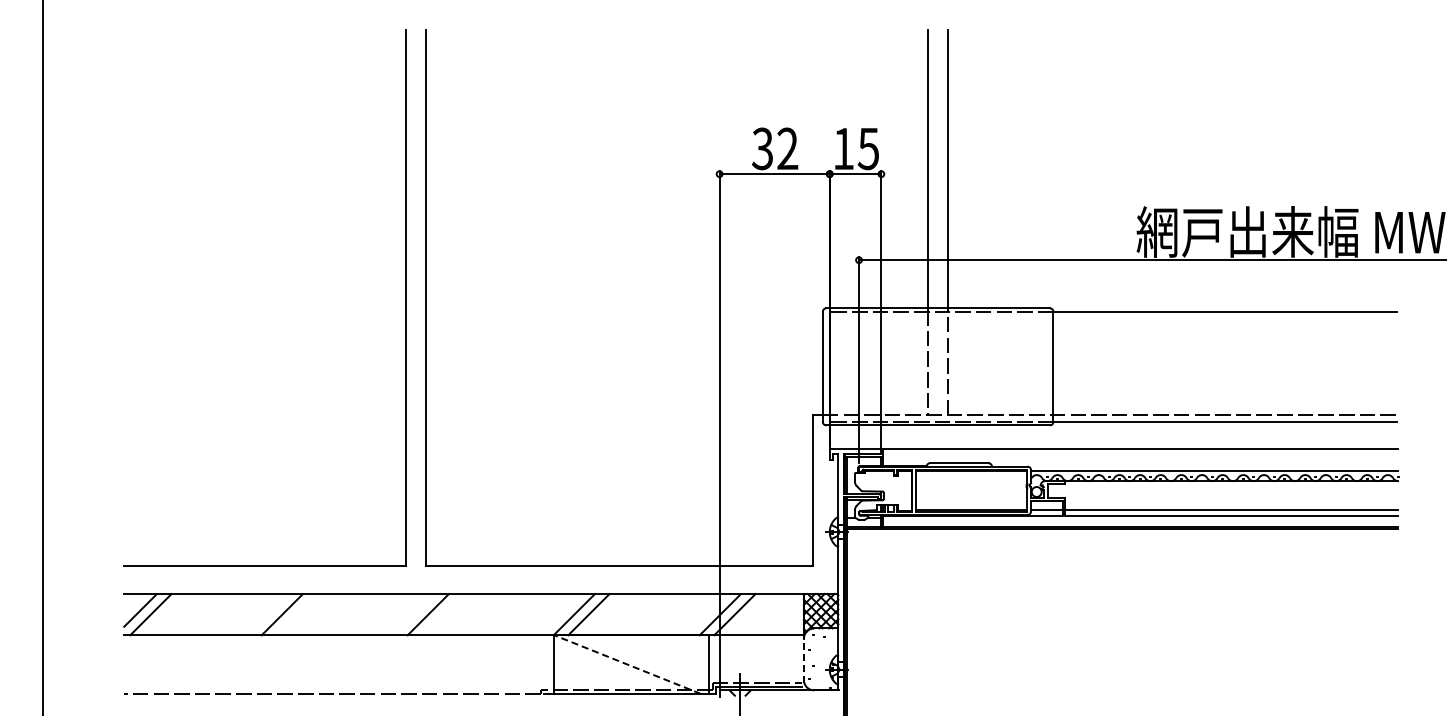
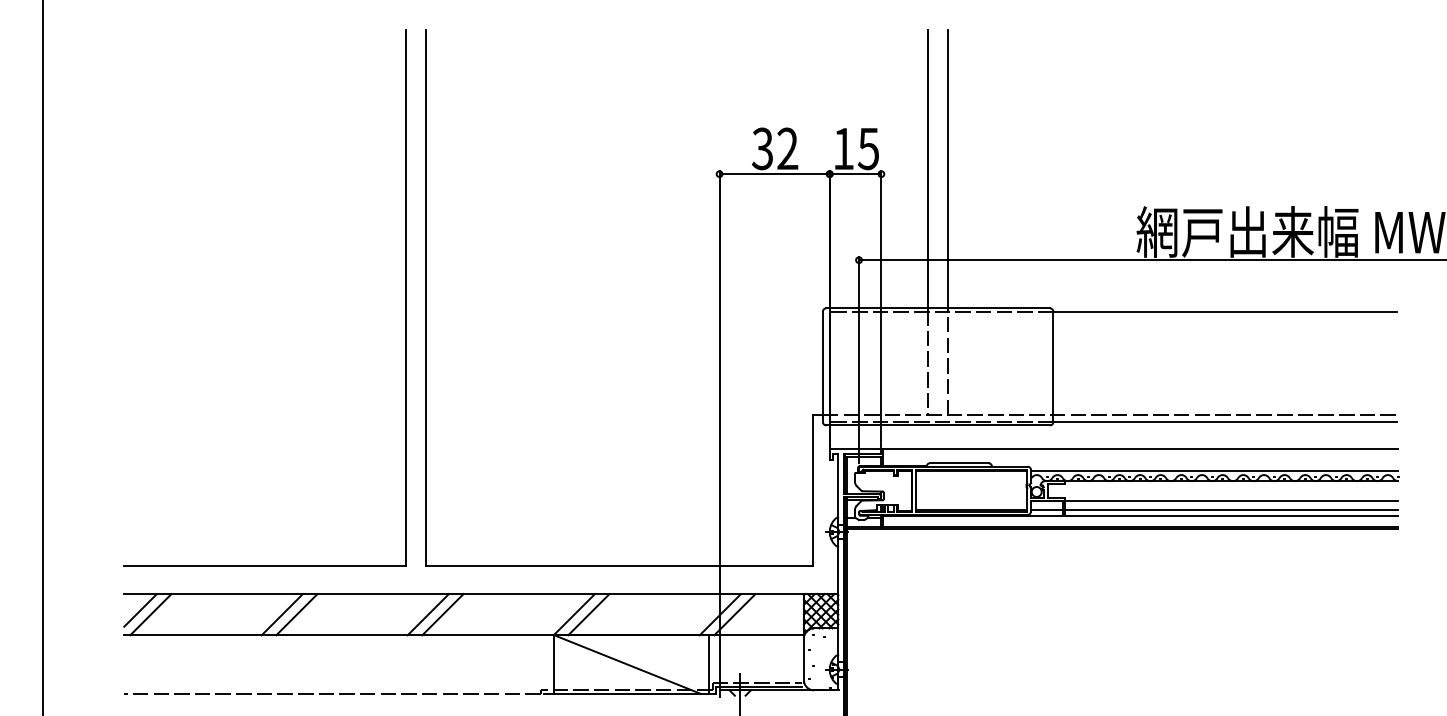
line at (1231, 501): none -> present
line at (296, 614): none -> present
line at (442, 614): none -> present
line at (803, 660): dashed -> solid
line at (627, 664): dashed -> solid
